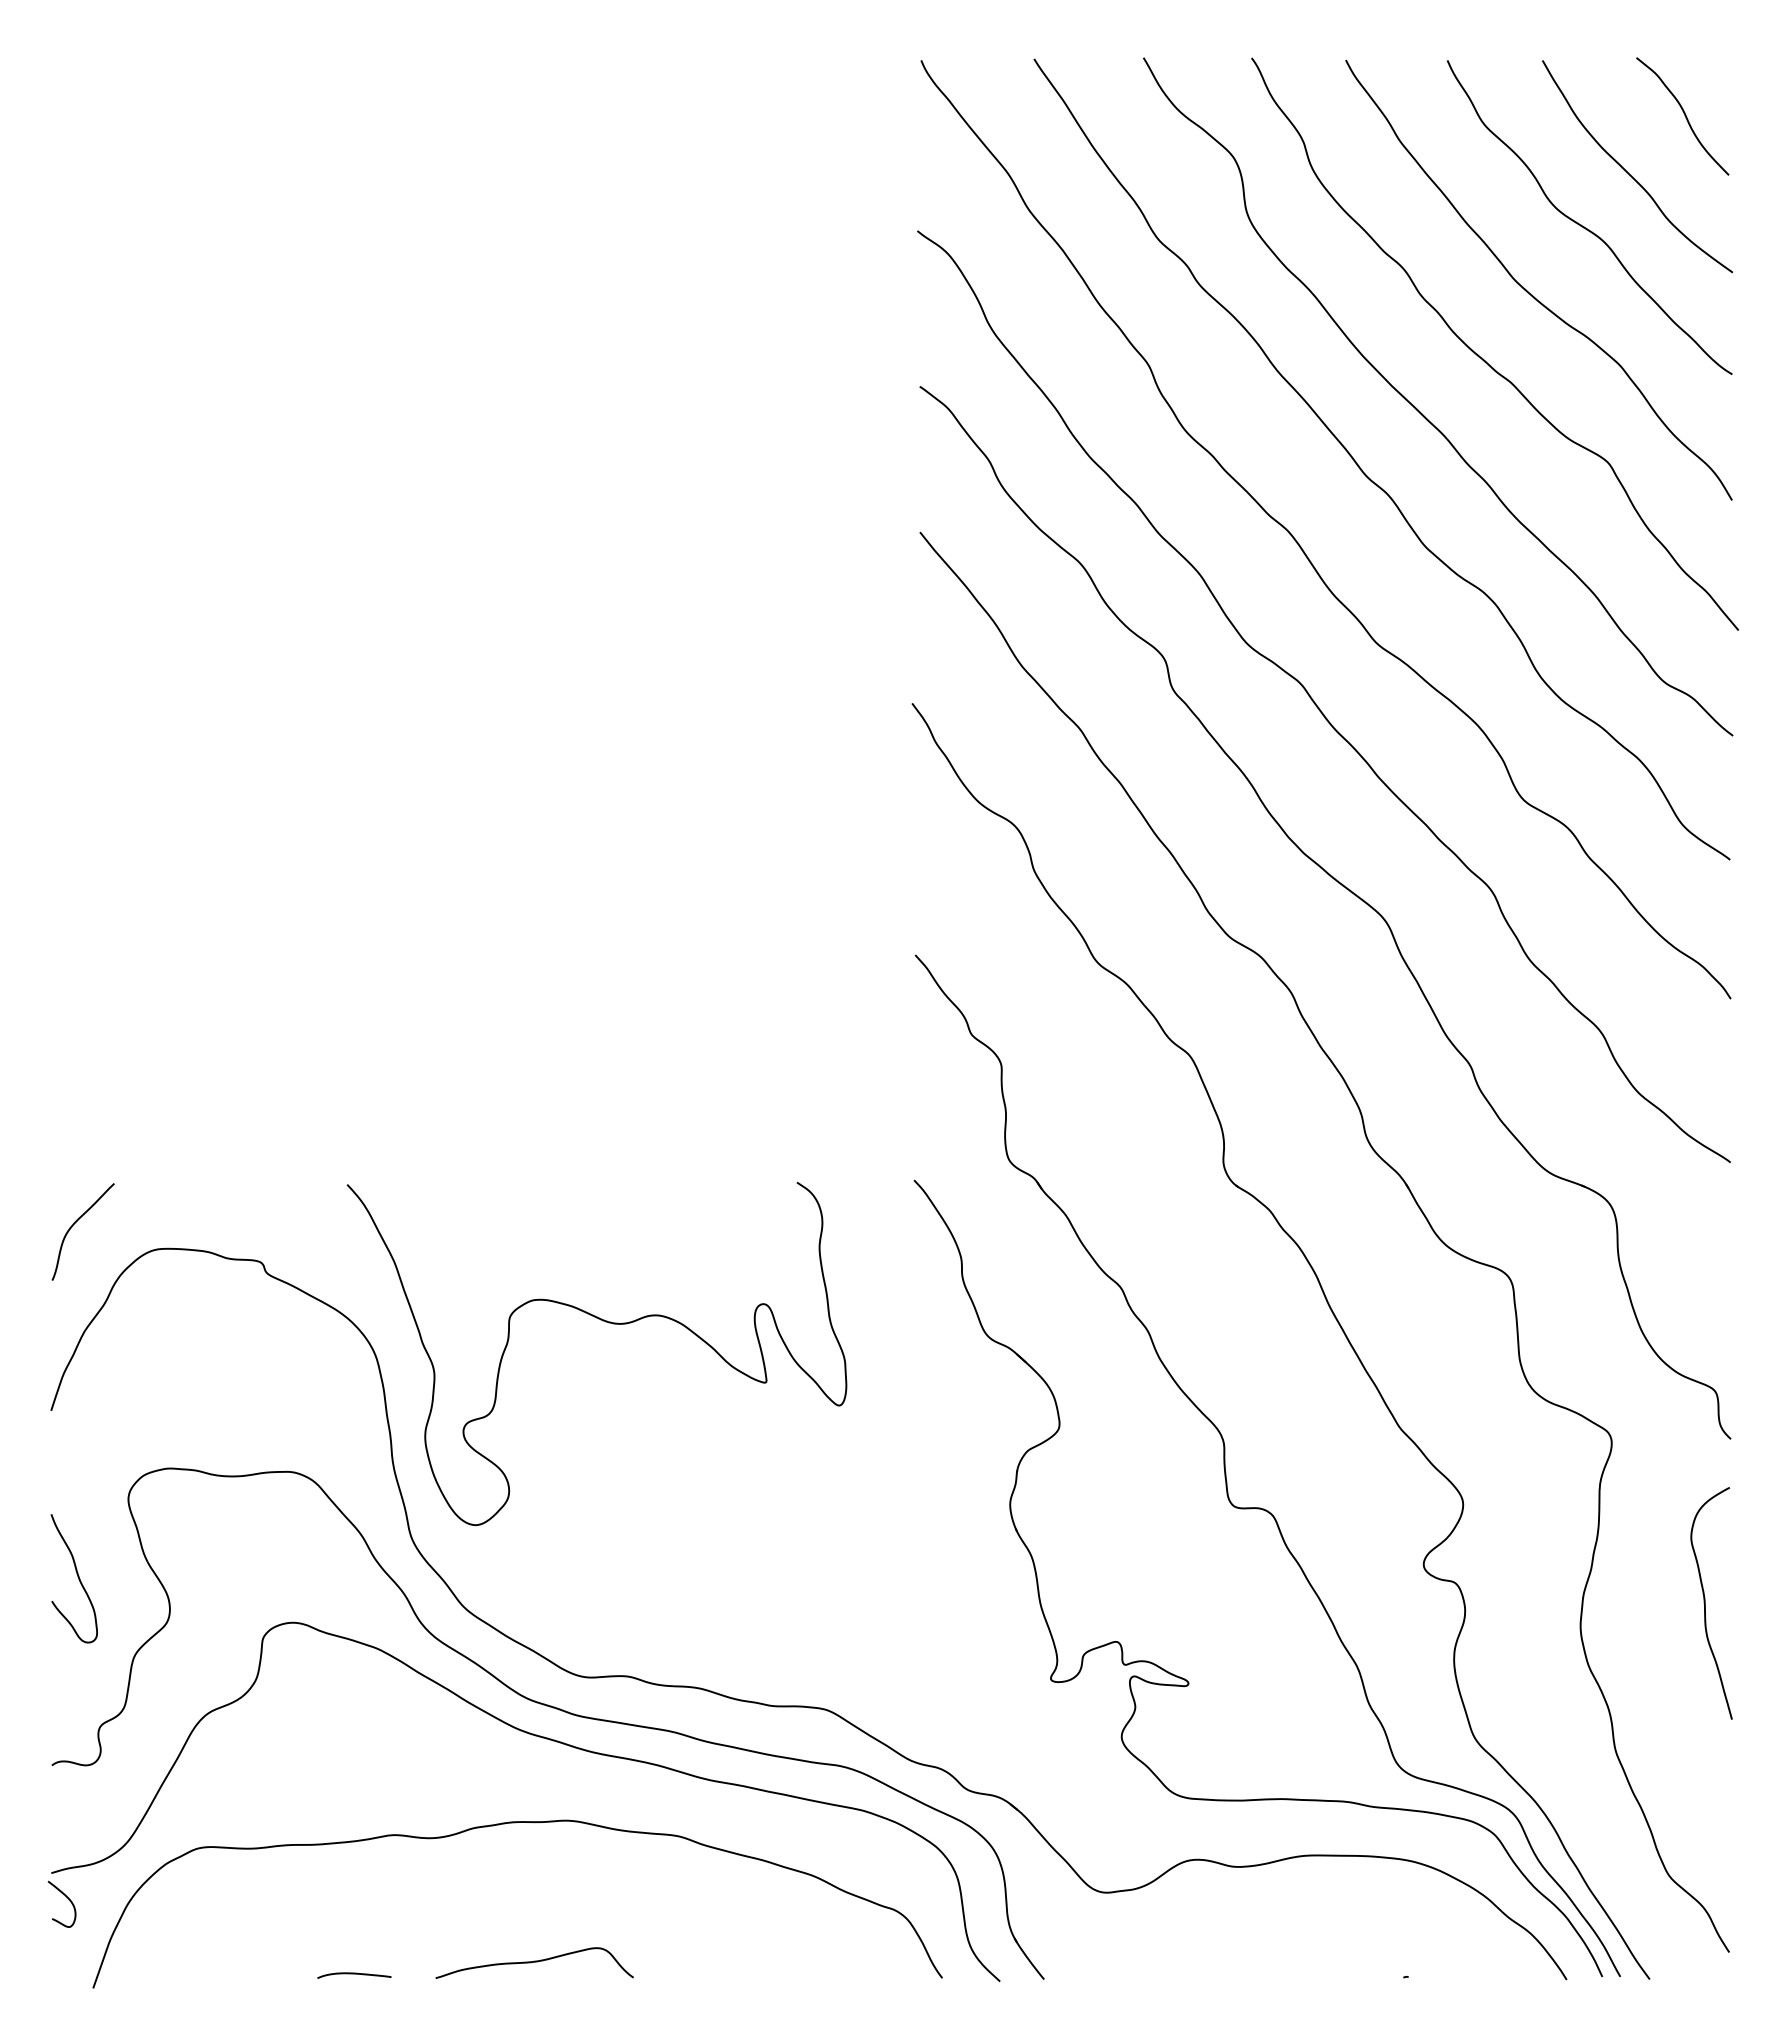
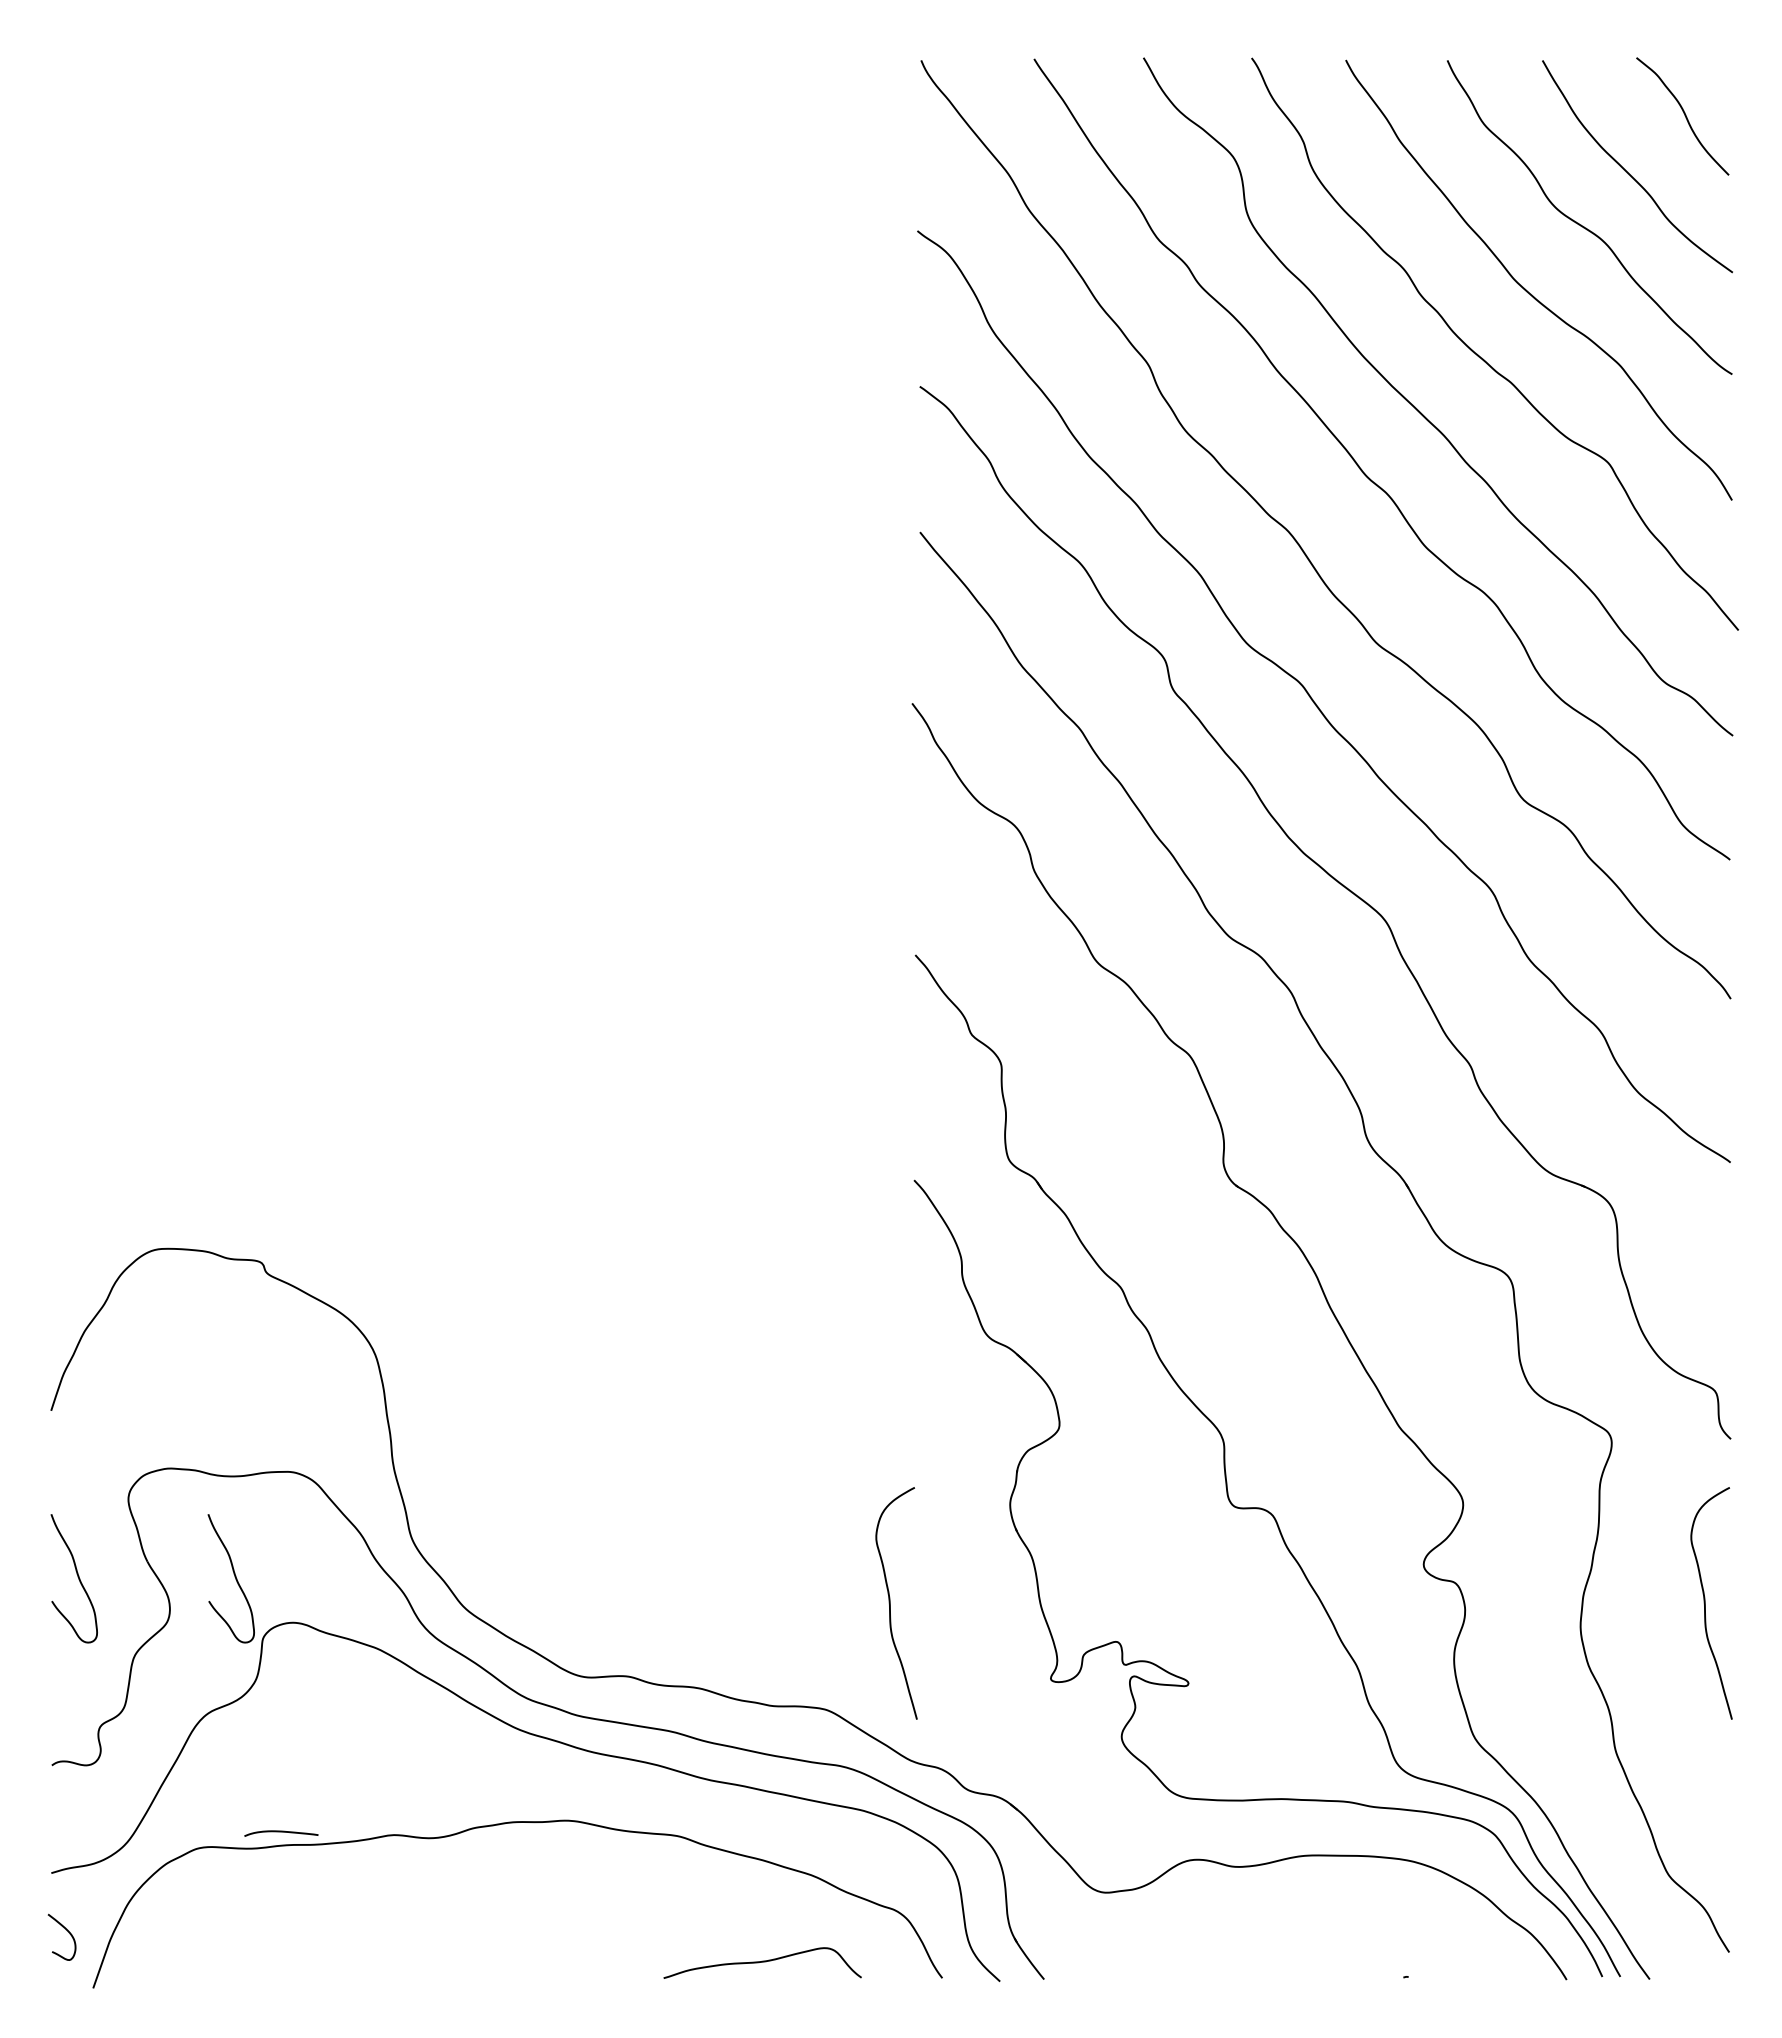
curve at (75, 1223): present -> none
curve at (605, 1322): present -> none
curve at (234, 1577): none -> present
curve at (890, 1603): none -> present
curve at (66, 1897) position: (66, 1897) -> (66, 1930)
curve at (534, 1962) position: (534, 1962) -> (762, 1962)
curve at (354, 1974) position: (354, 1974) -> (281, 1832)
